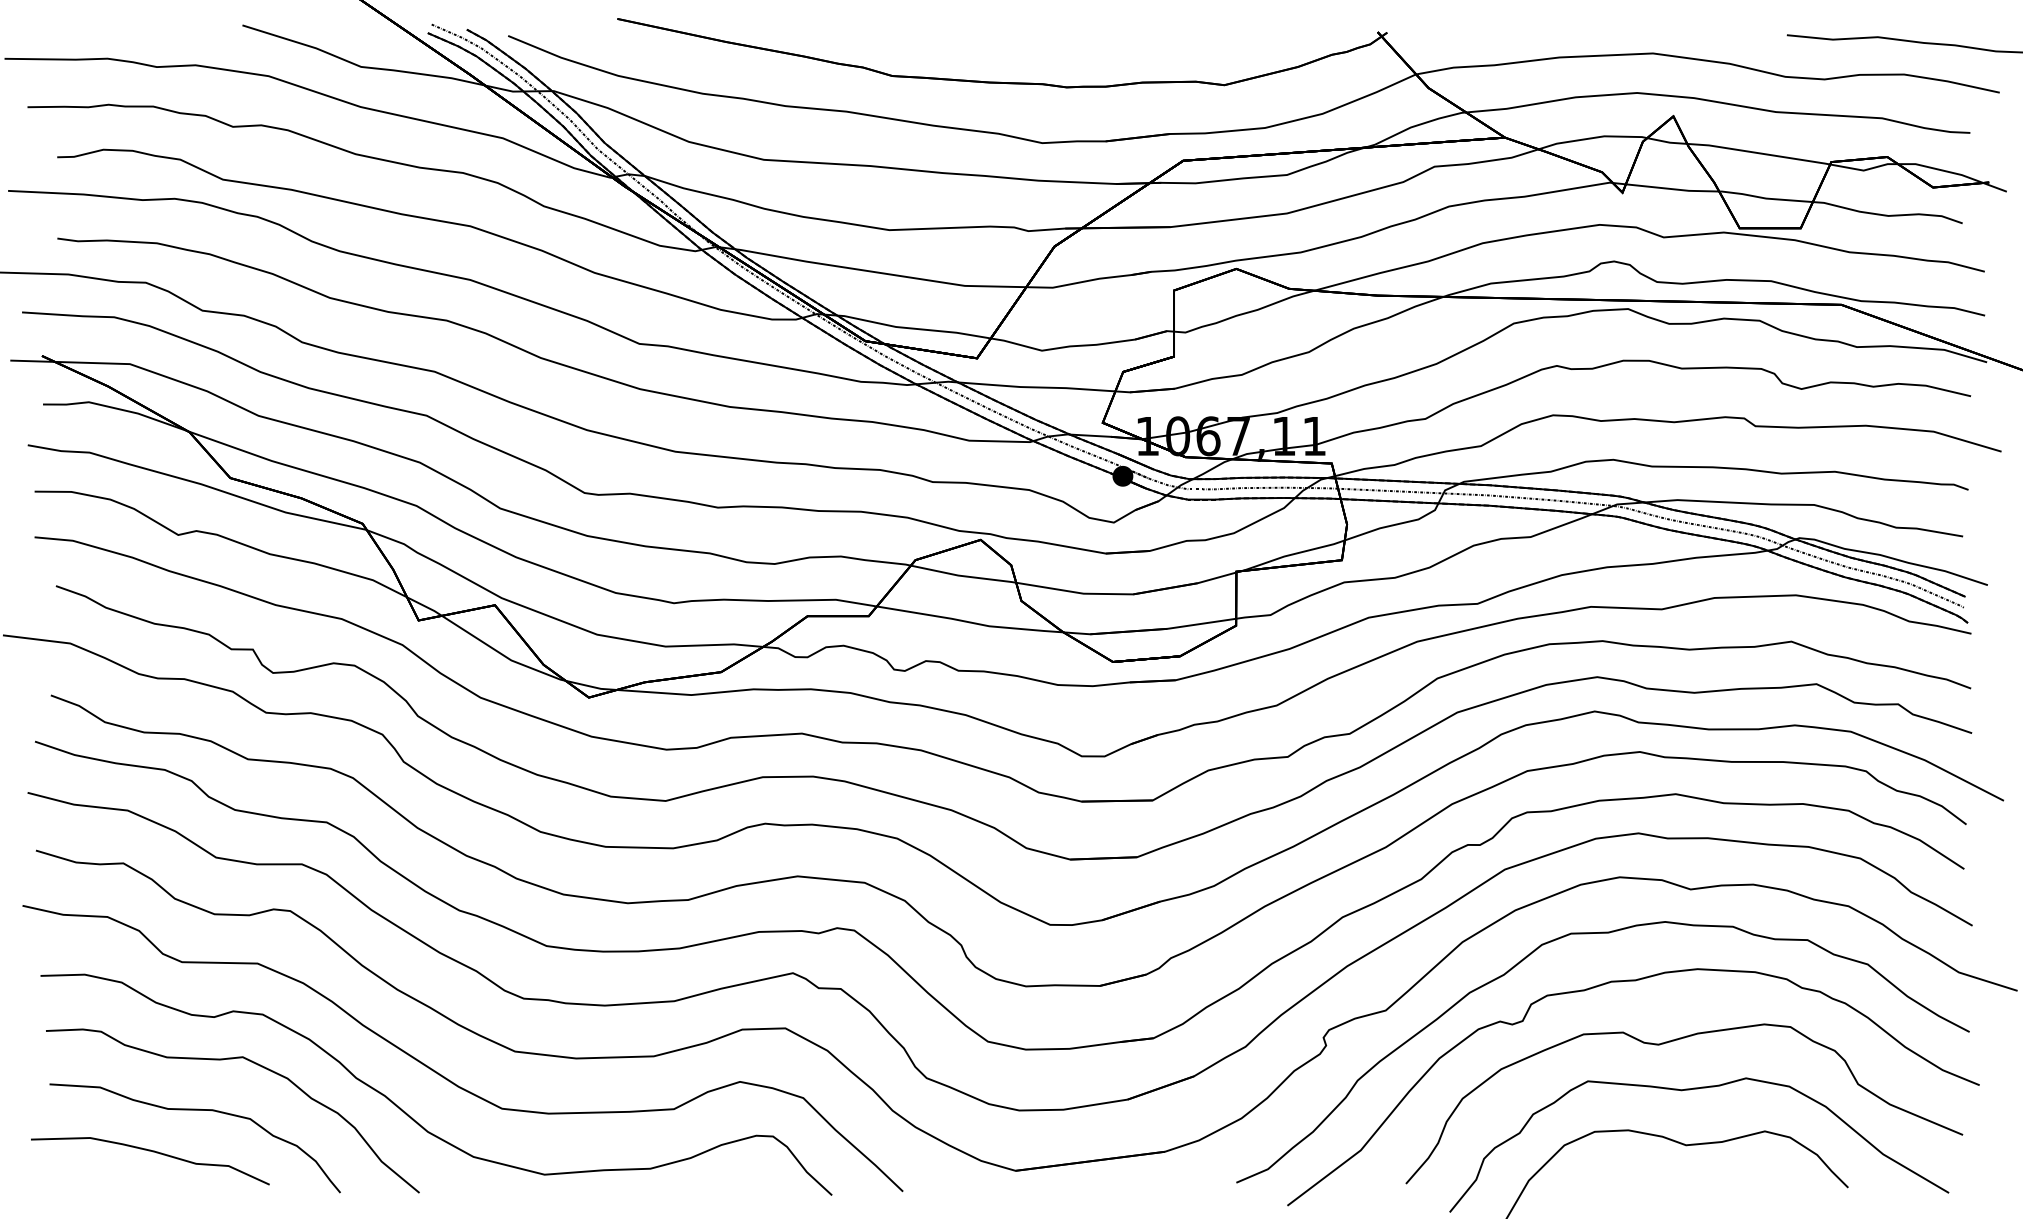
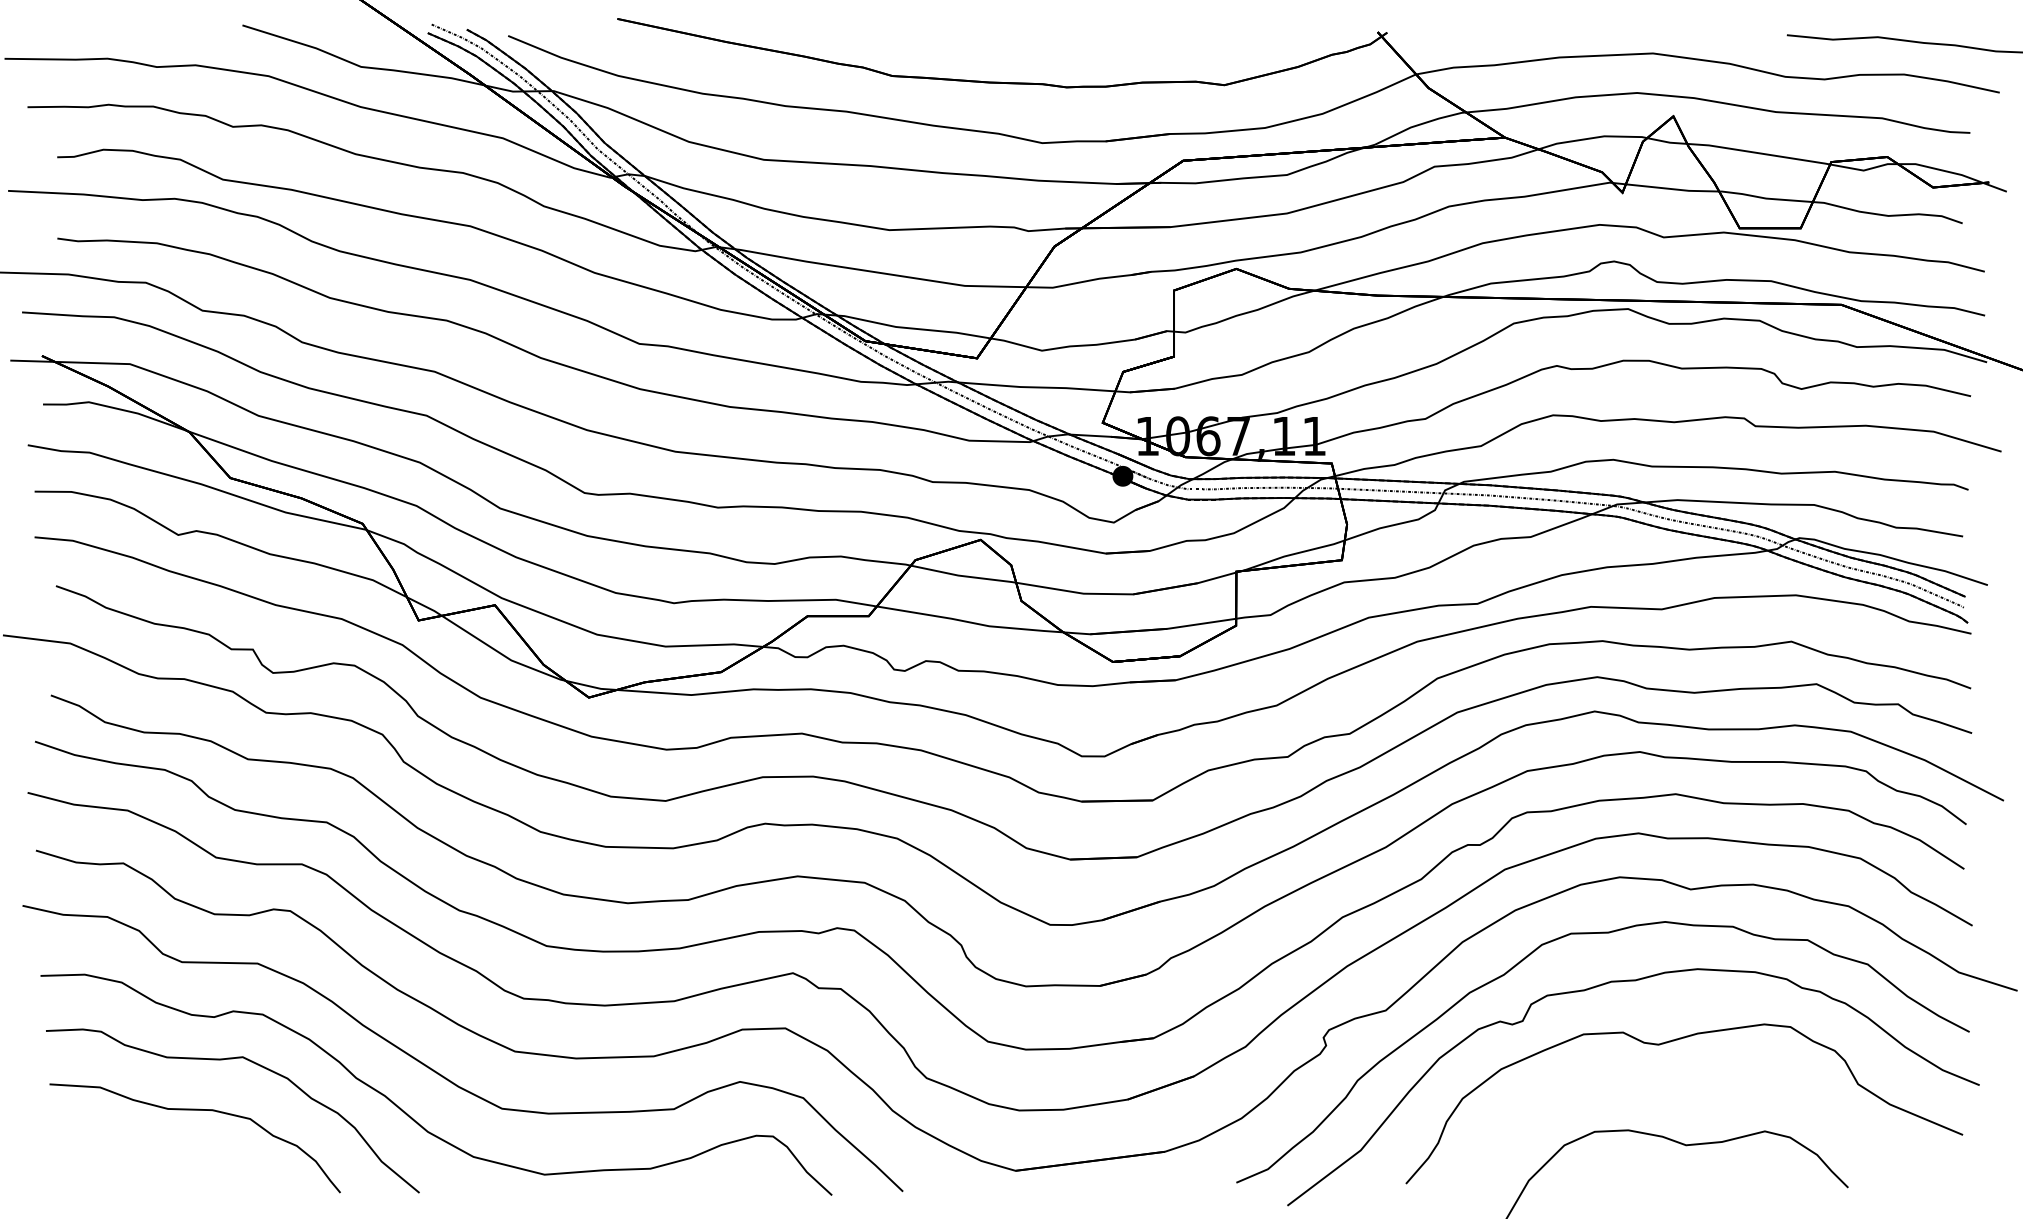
part at (1690, 1090): present -> none
part at (152, 1152): present -> none
